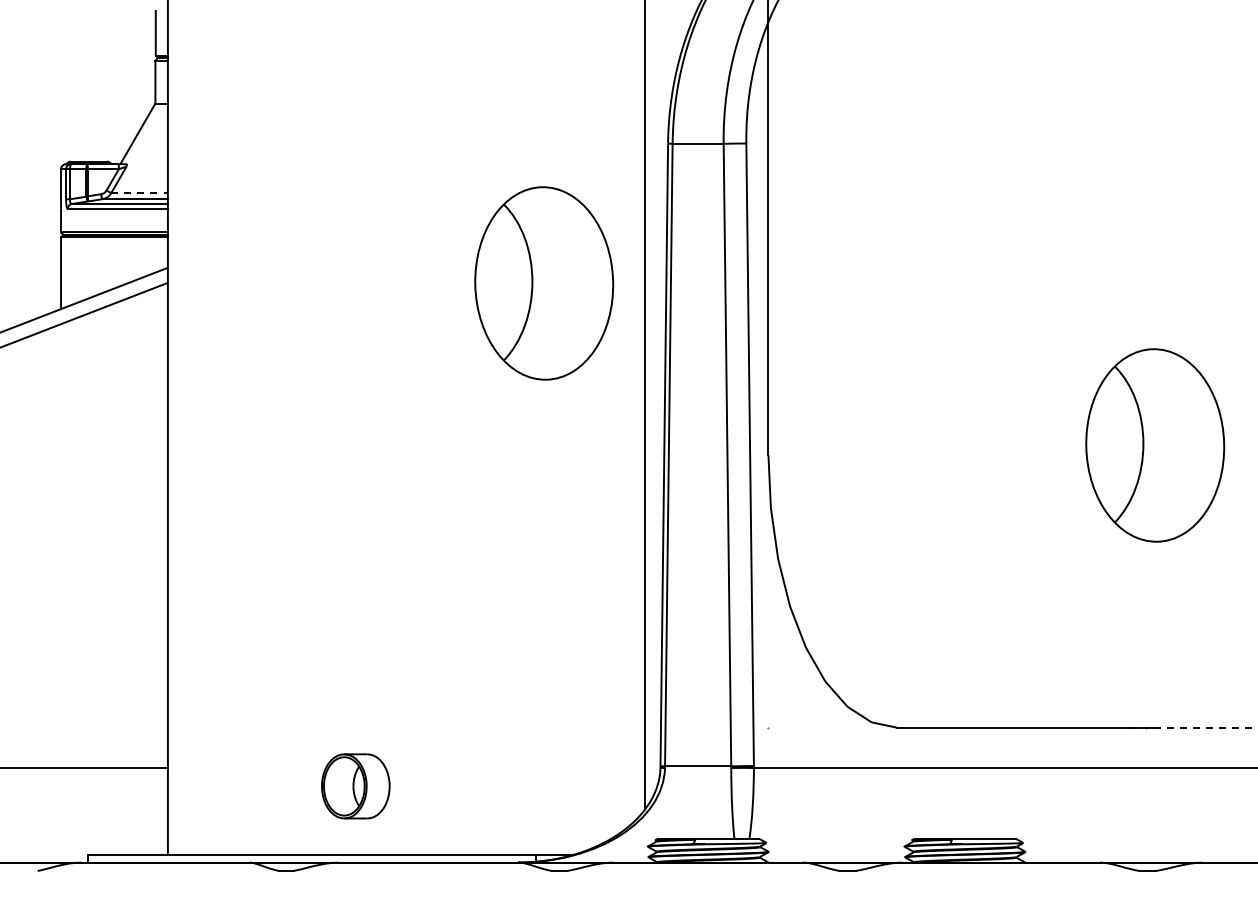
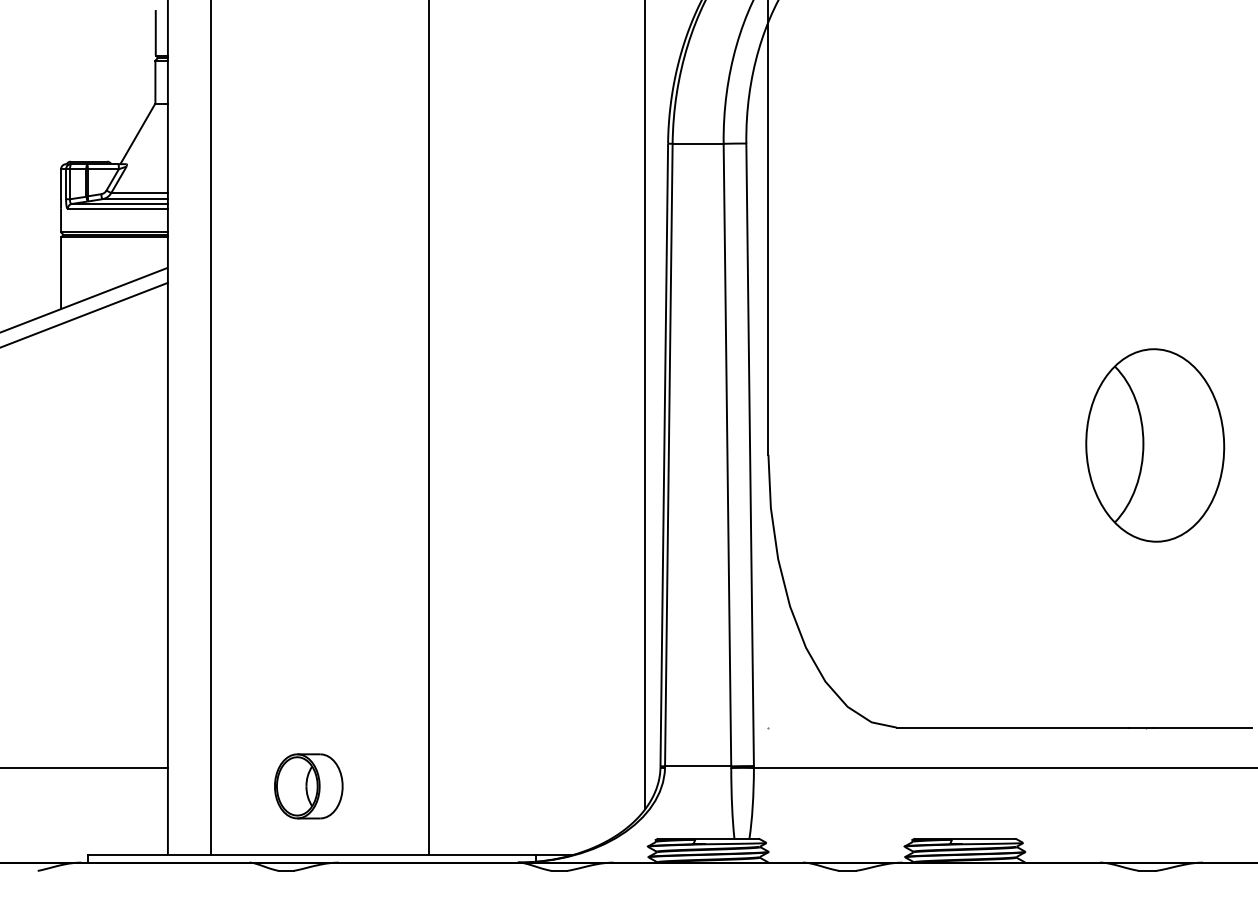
line at (140, 193): dashed -> solid
part at (544, 283): present -> none
line at (211, 428): none -> present
line at (429, 428): none -> present
line at (1202, 727): dashed -> solid
part at (355, 786) position: (355, 786) -> (308, 786)
